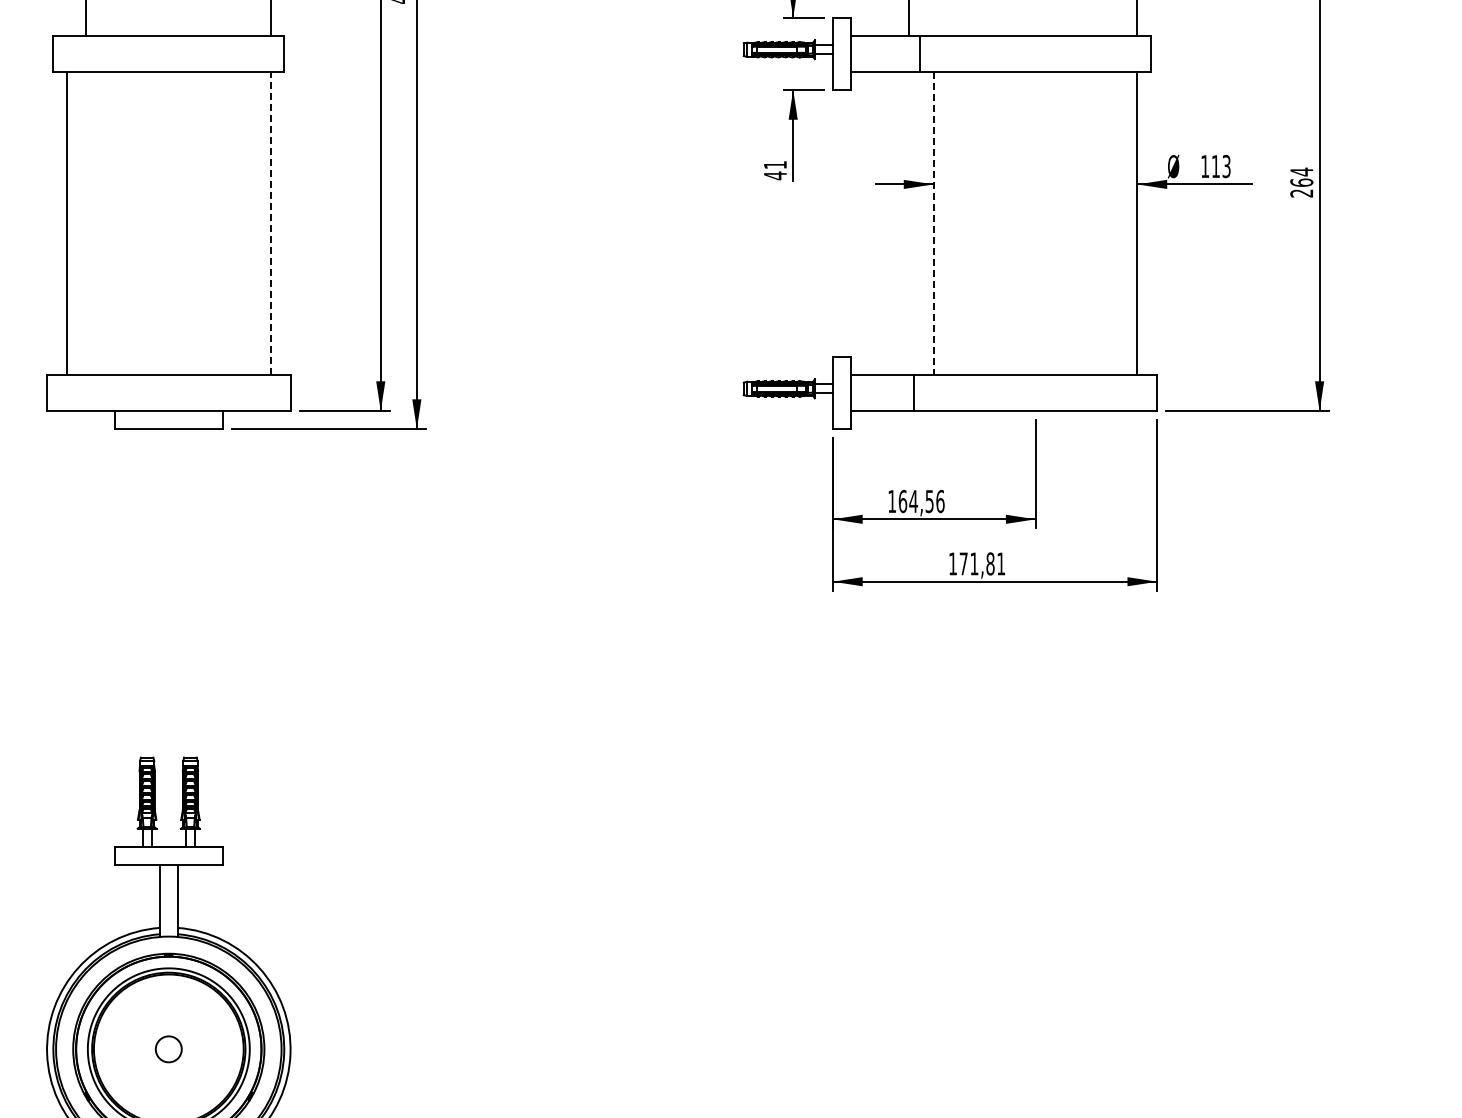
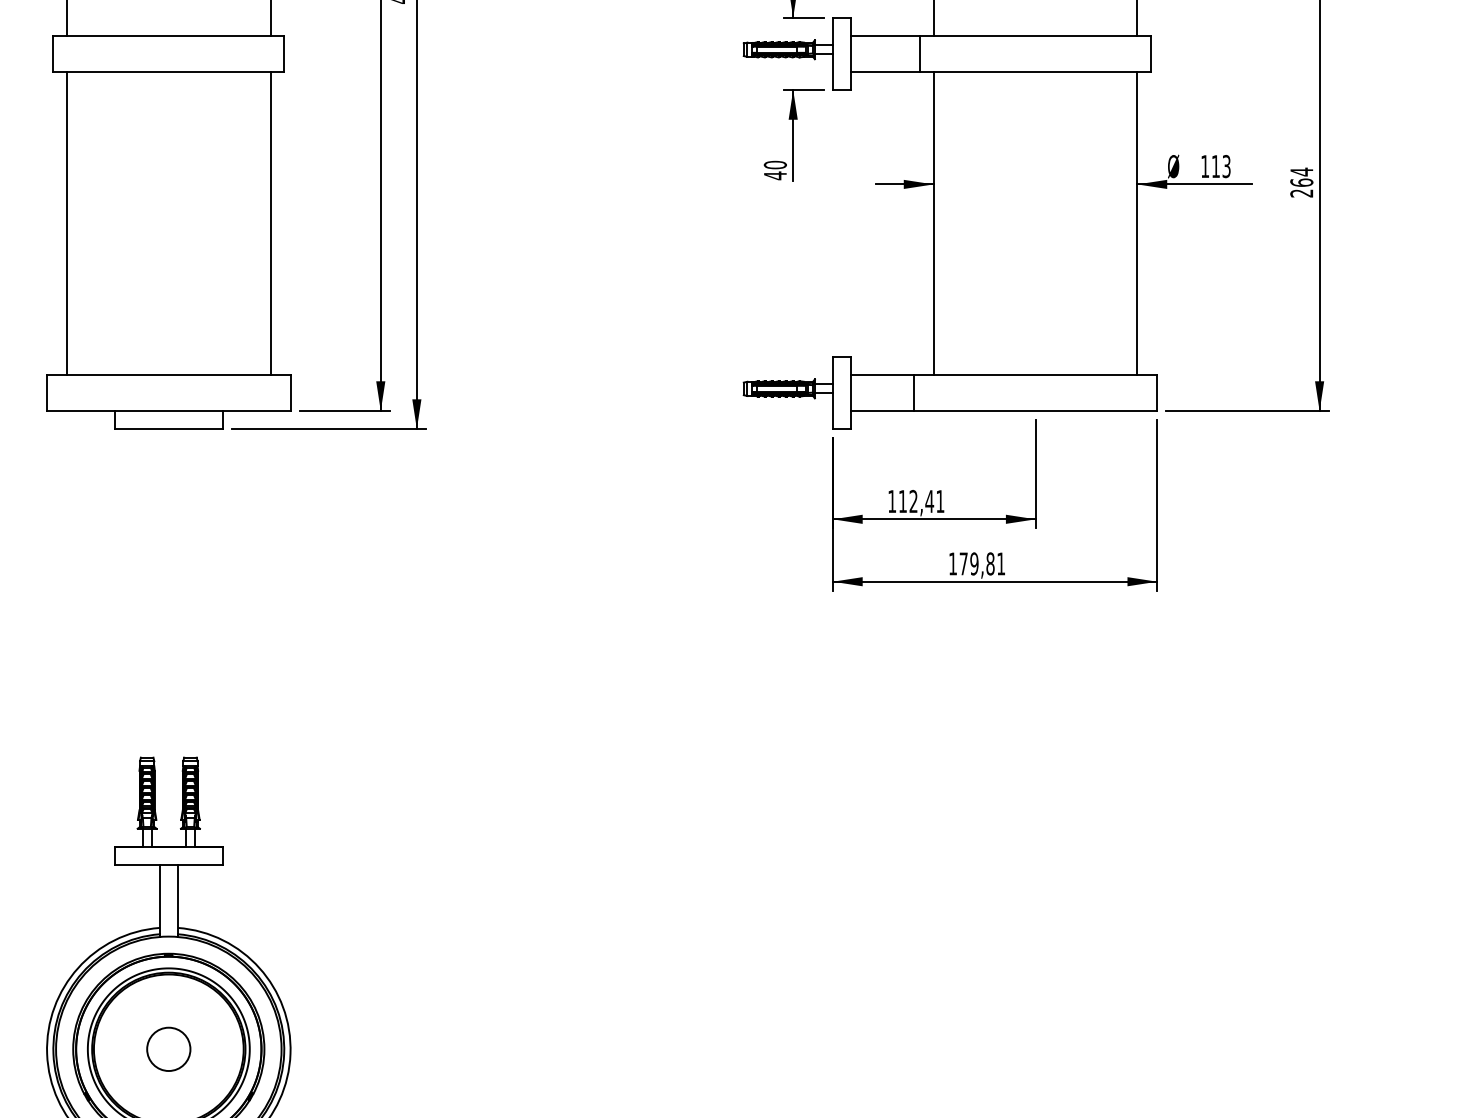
line at (85, 18) position: (85, 18) -> (66, 18)
line at (908, 18) position: (908, 18) -> (933, 18)
text at (774, 164): 41 -> 40
line at (270, 223): dashed -> solid
line at (933, 223): dashed -> solid
text at (921, 501): 164,56 -> 112,41
text at (974, 563): 171,81 -> 179,81
circle at (168, 1049) diameter: 26 px -> 43 px
